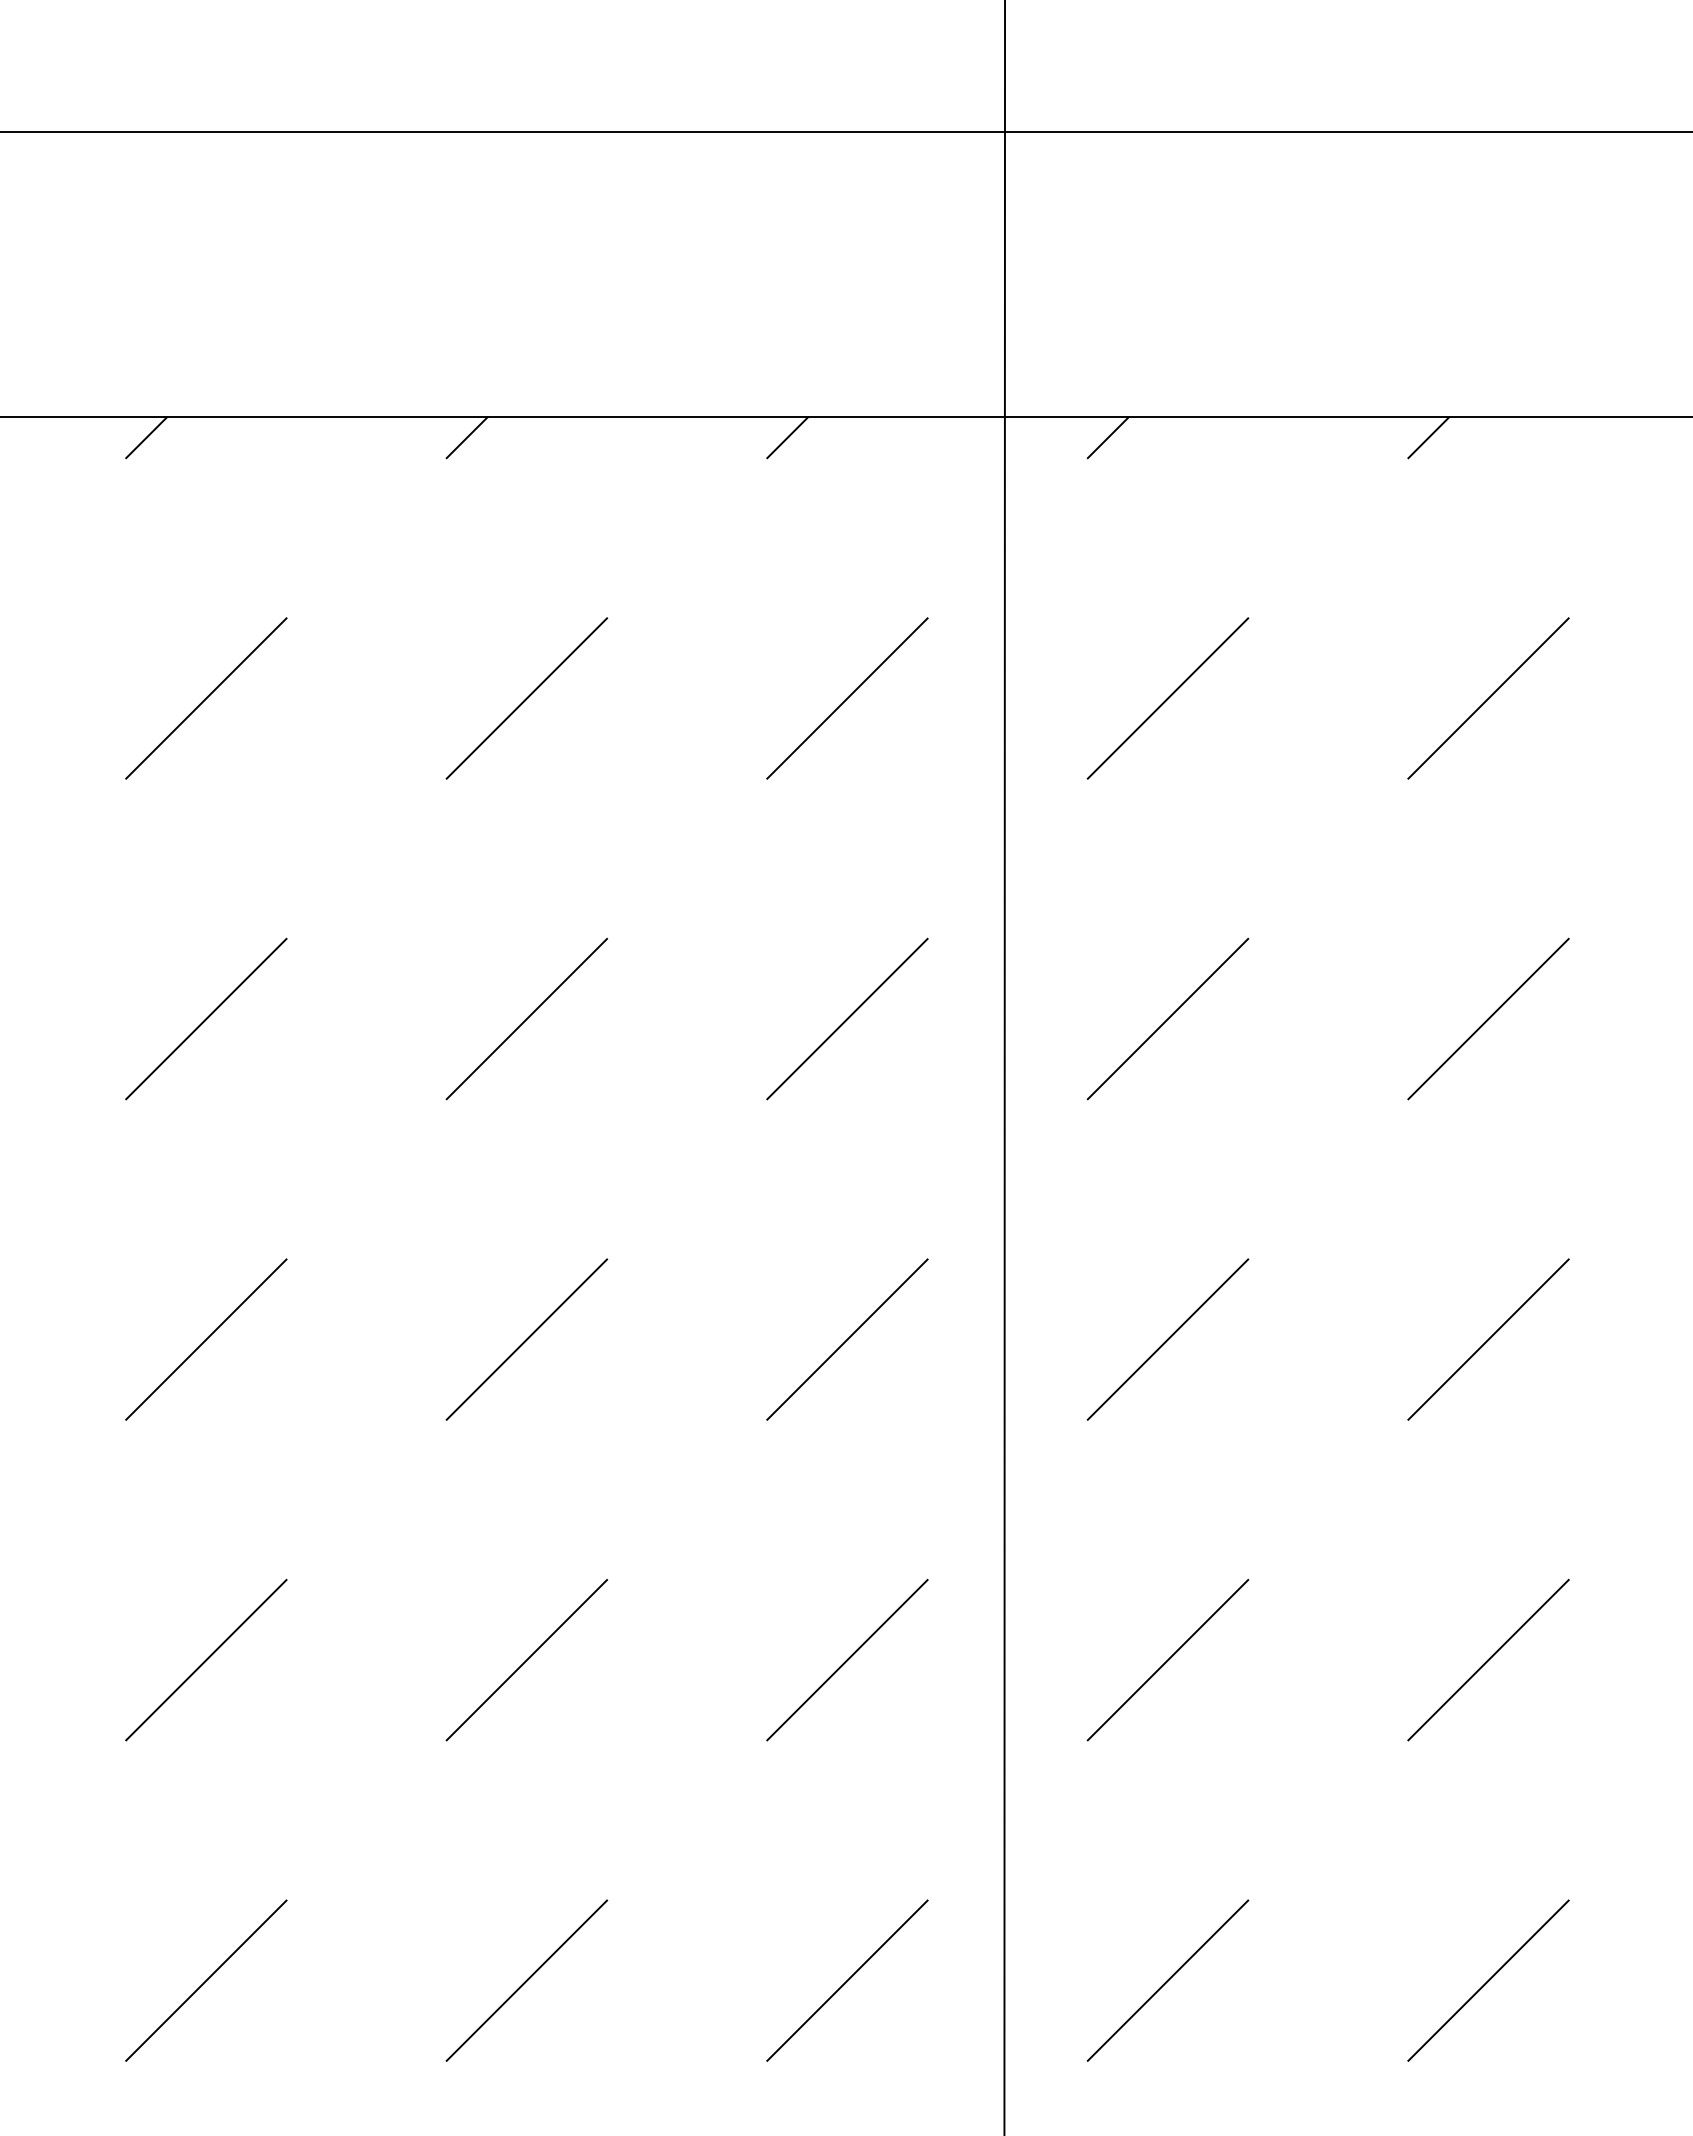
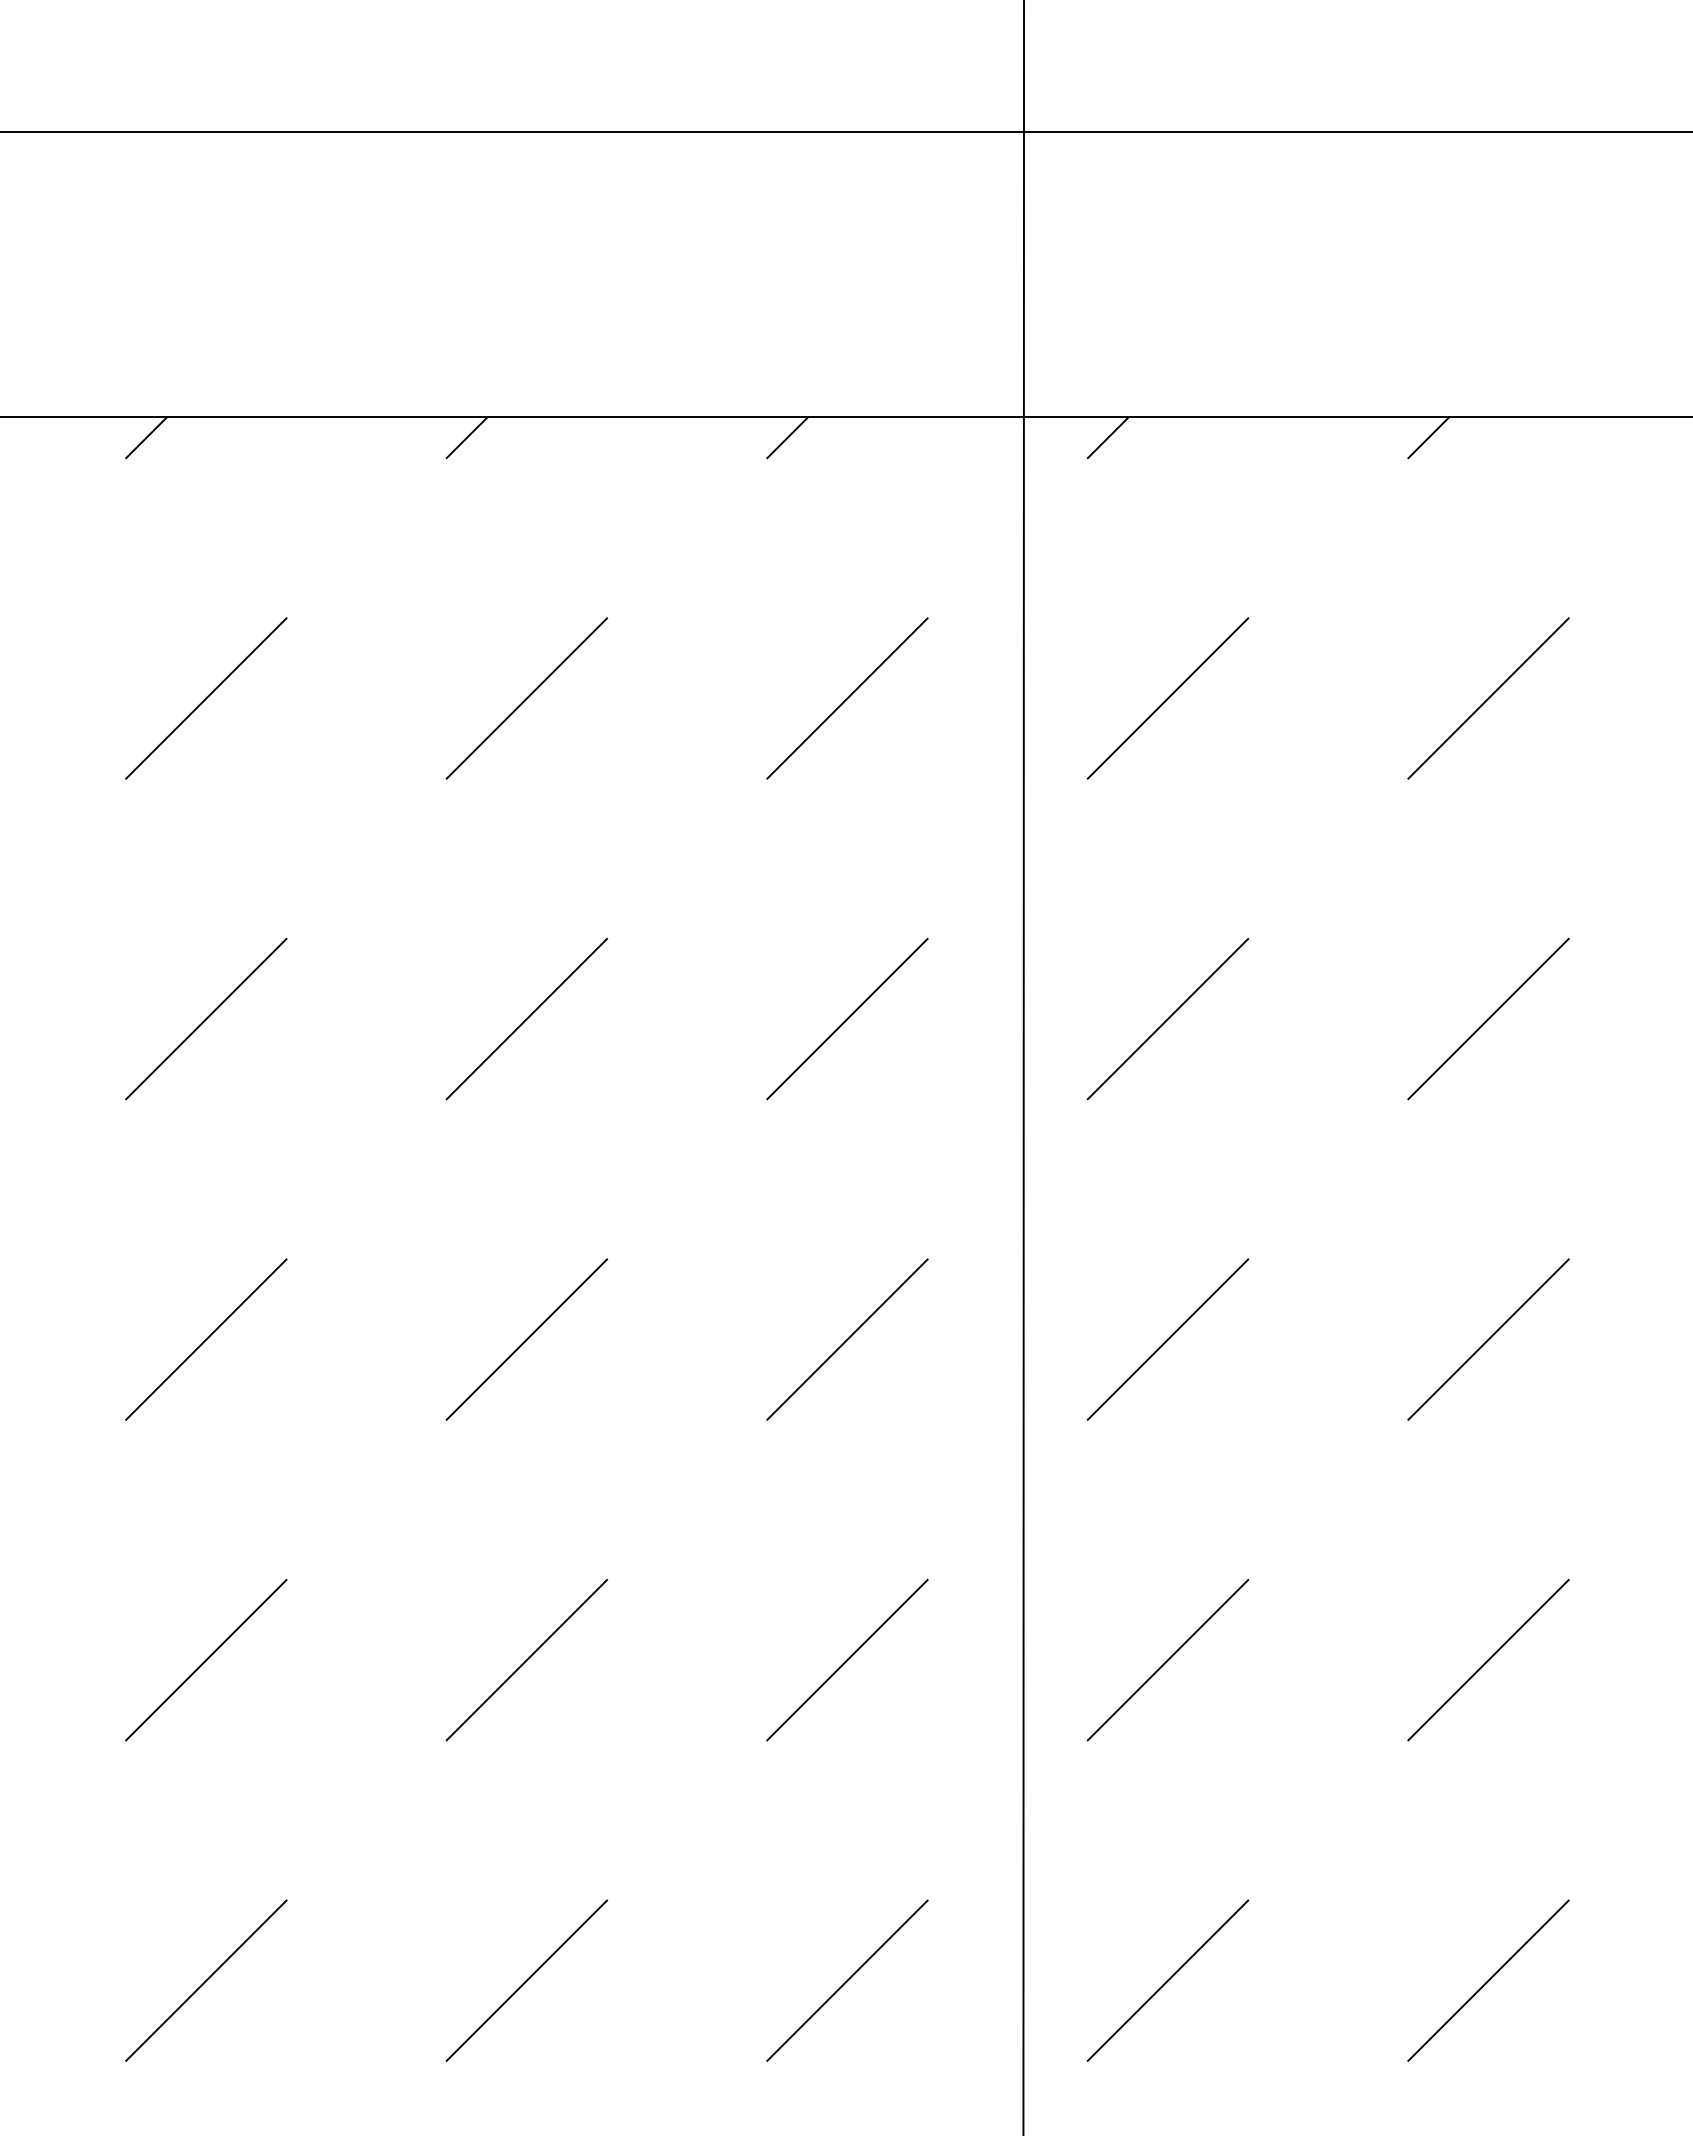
line at (1004, 1067) position: (1004, 1067) -> (1023, 1067)
